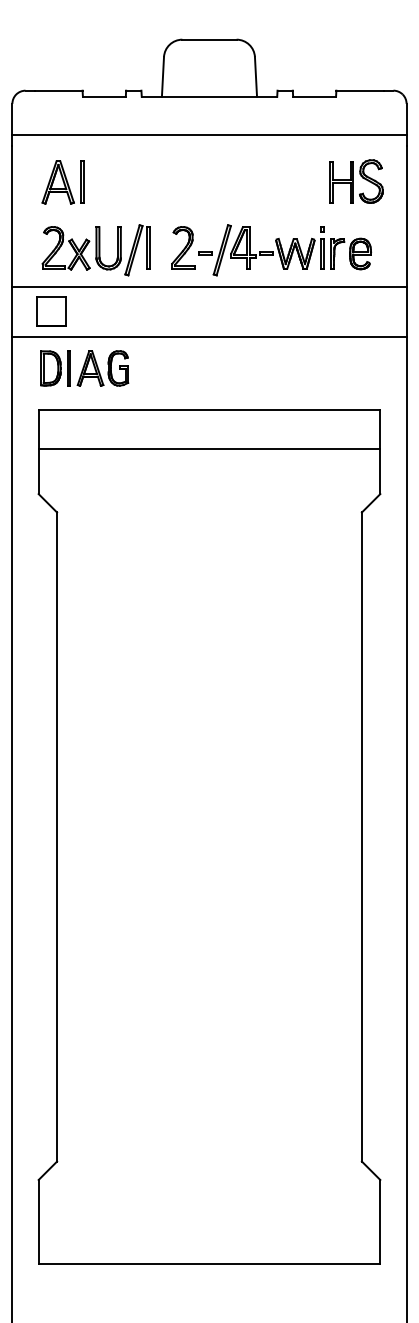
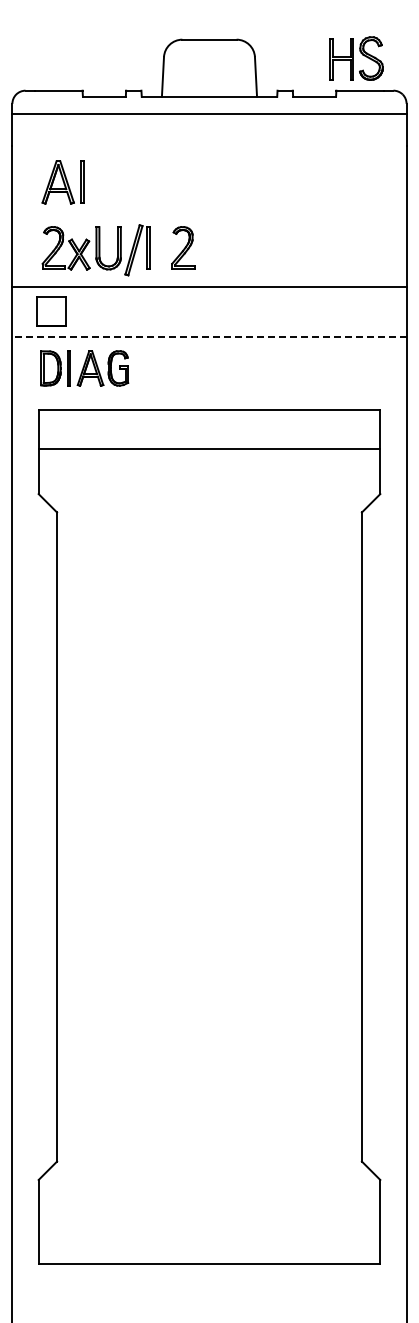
line at (209, 134) position: (209, 134) -> (209, 113)
part at (356, 181) position: (356, 181) -> (356, 58)
part at (284, 250): present -> none
line at (209, 337): solid -> dashed
